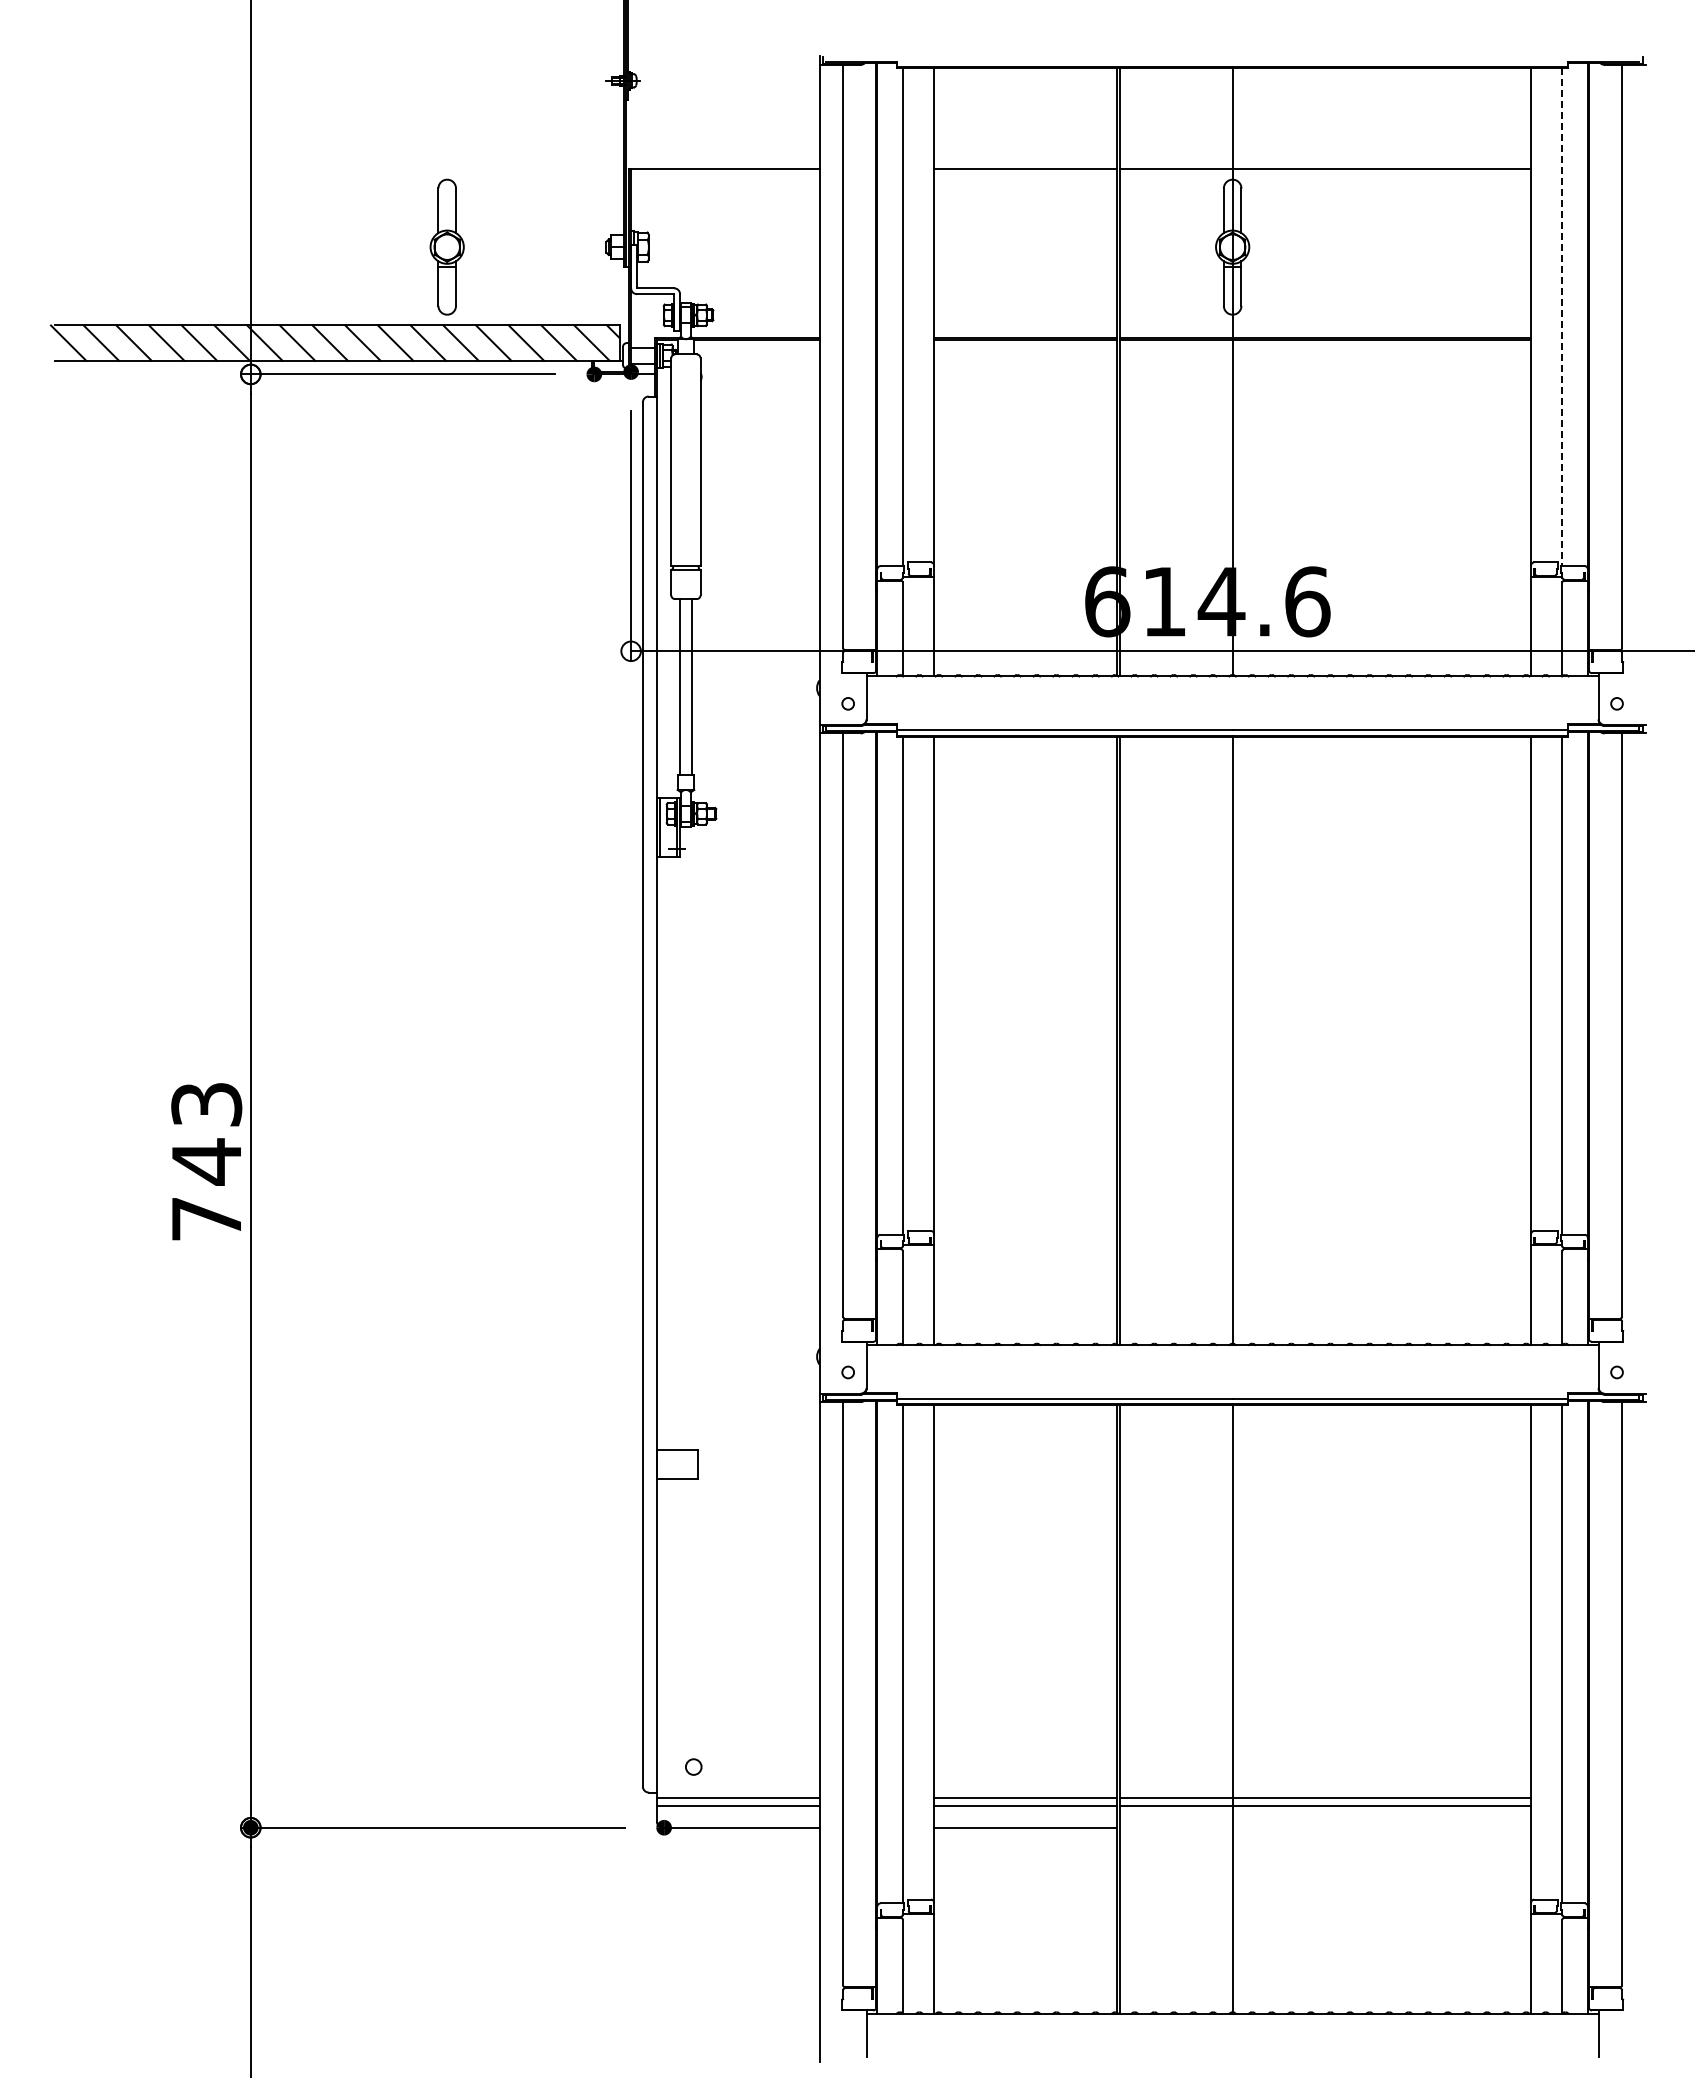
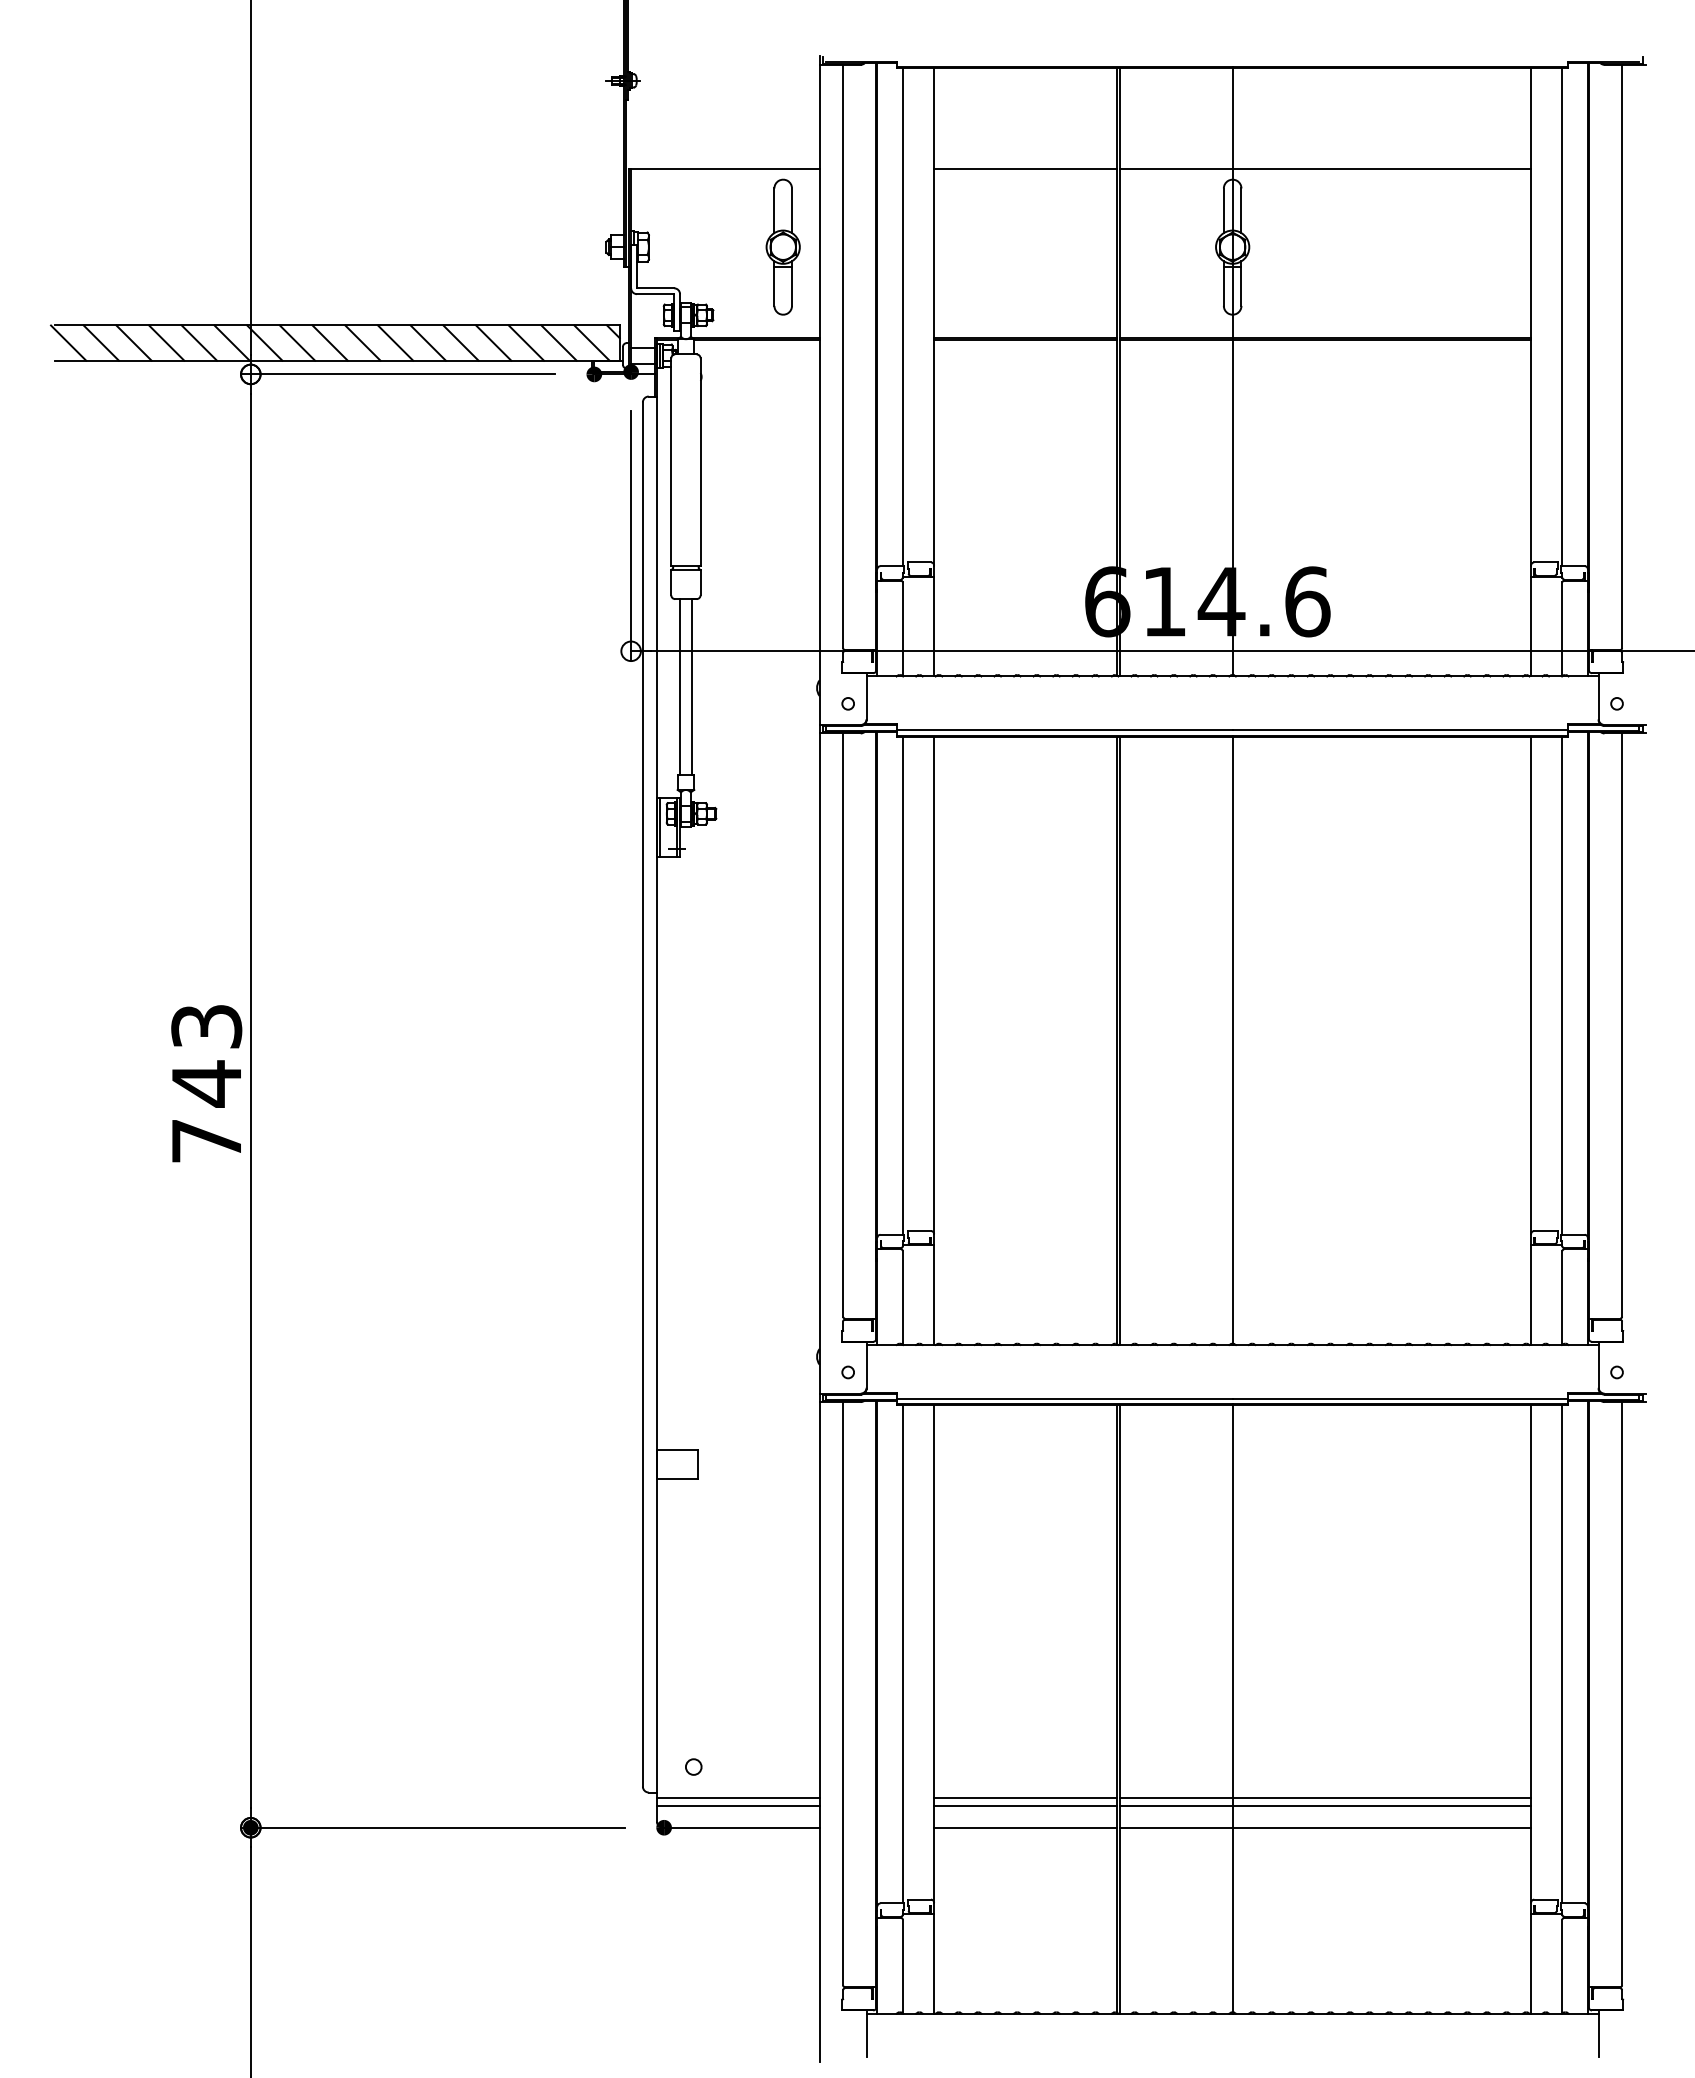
part at (446, 246) position: (446, 246) -> (782, 246)
line at (1562, 317): dashed -> solid
text at (206, 1161) position: (206, 1161) -> (206, 1083)
line at (1325, 1827): none -> present
